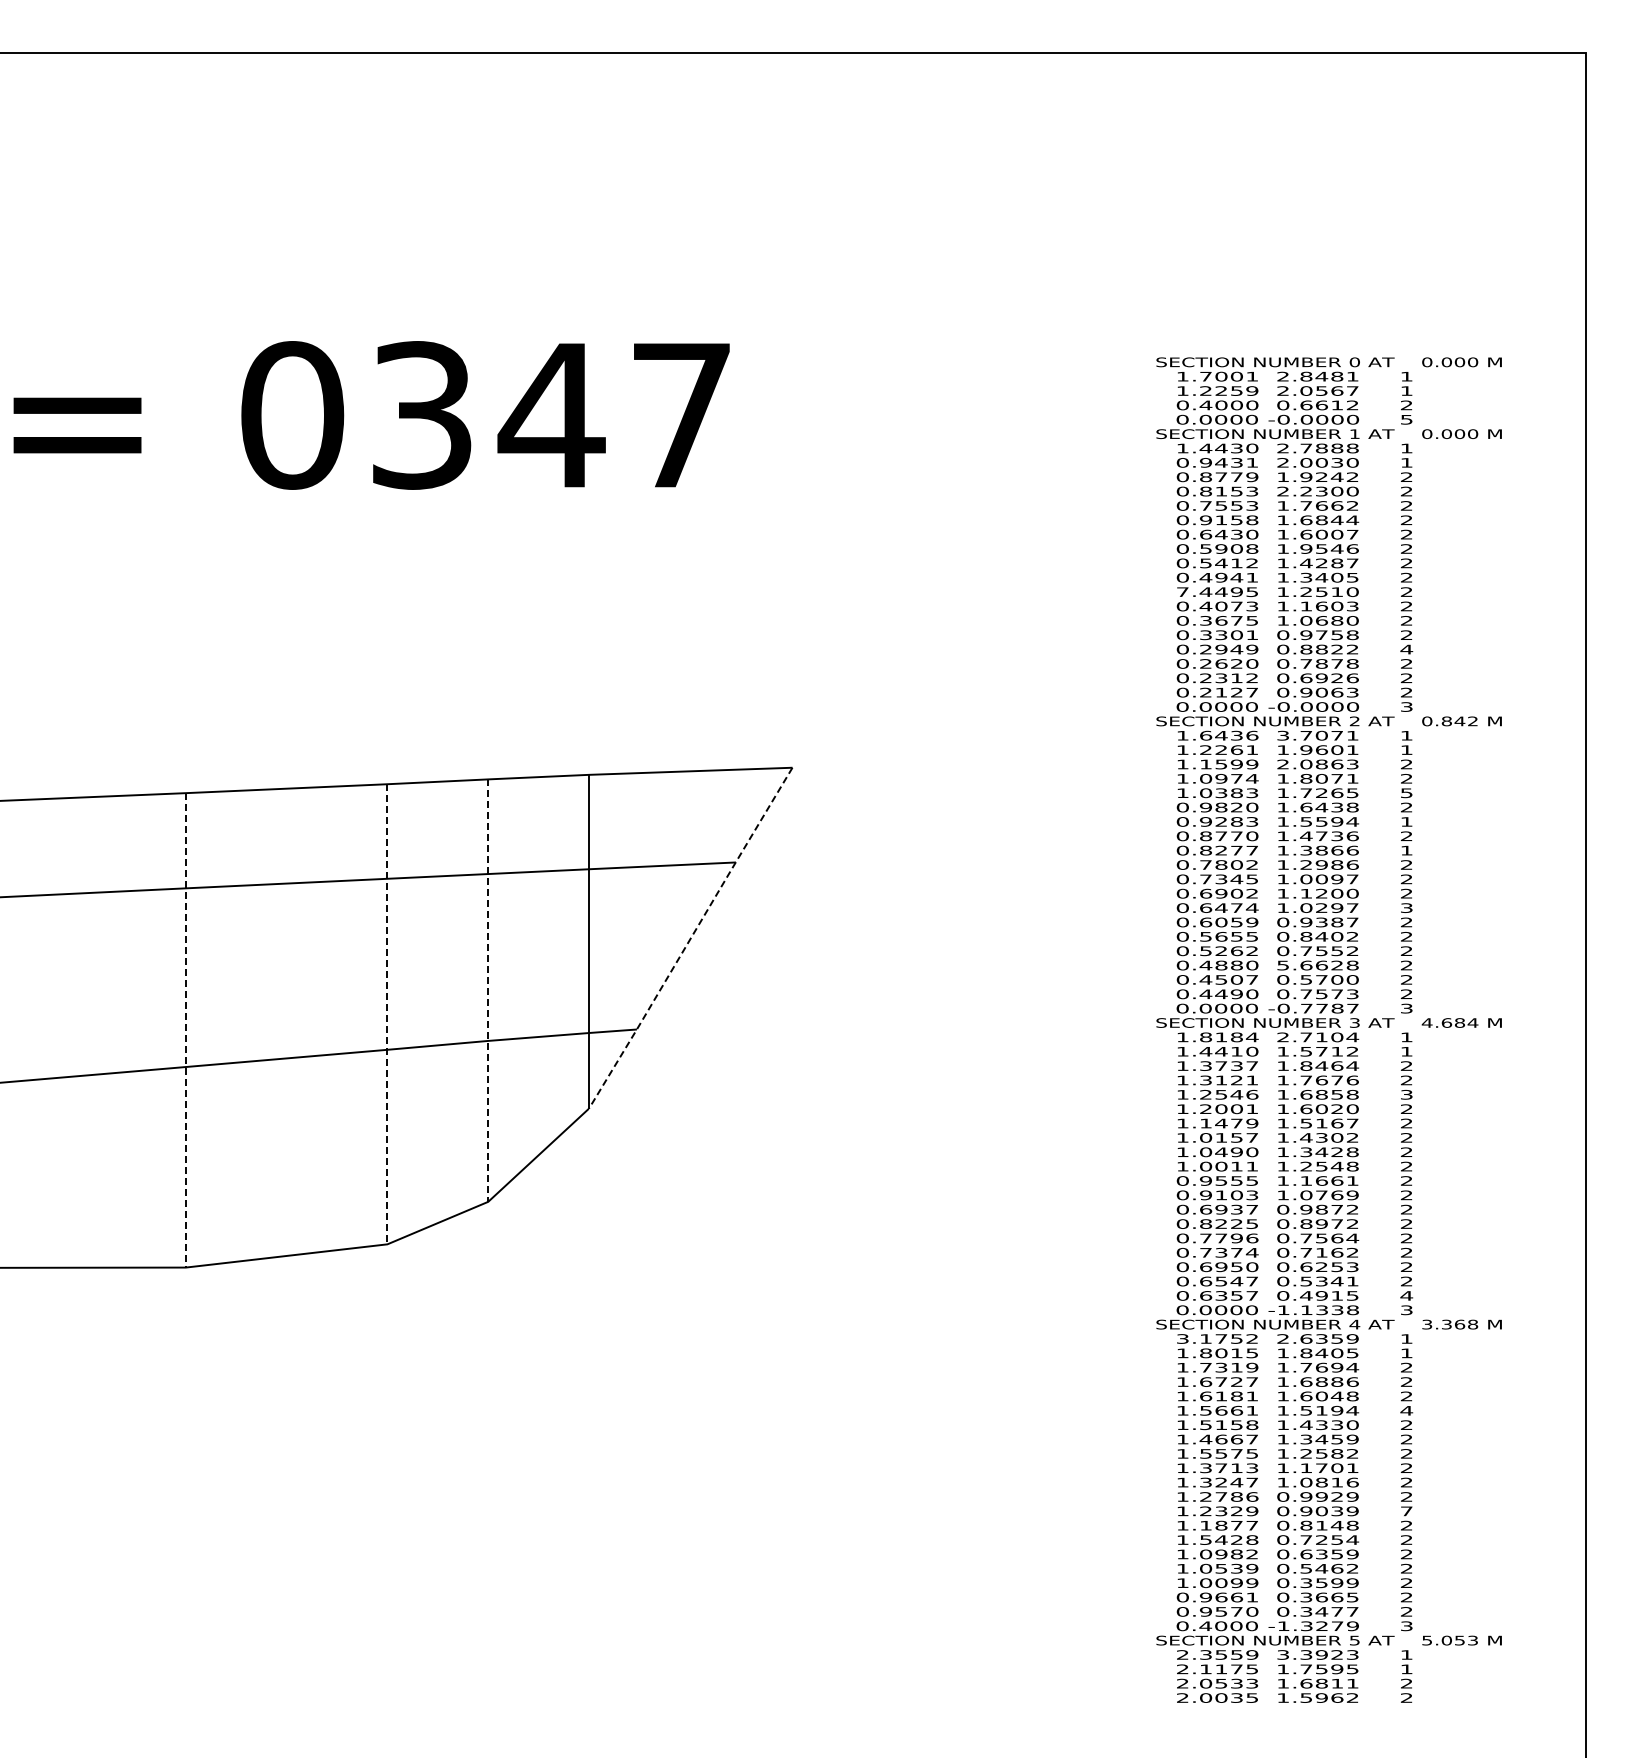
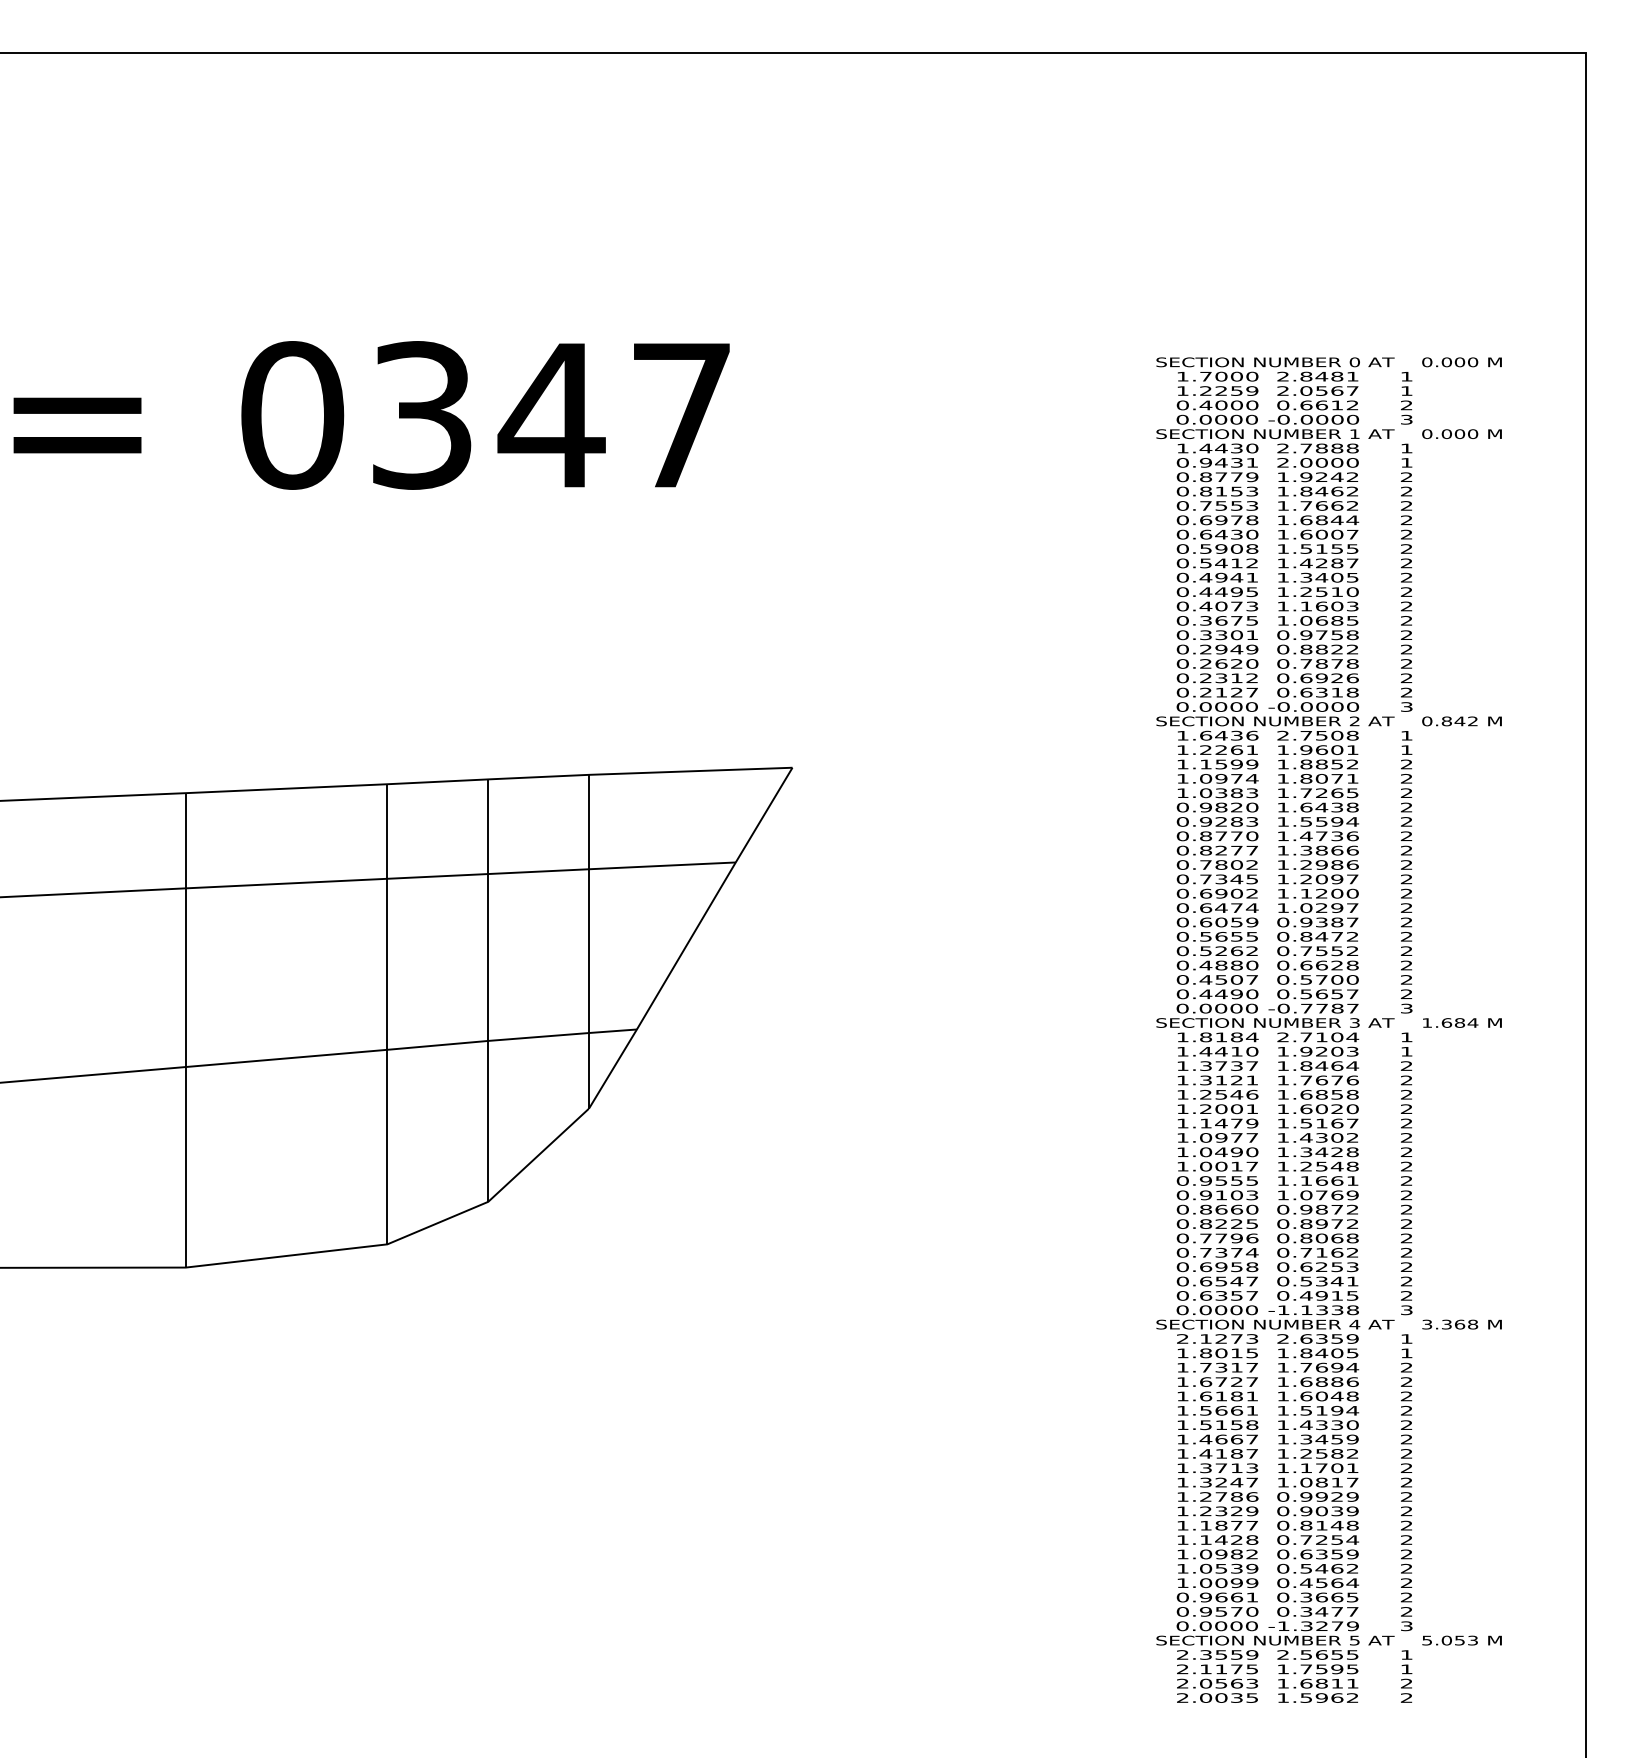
text at (1252, 376): 1.7001 -> 1.7000
text at (1406, 418): 5 -> 3
text at (1337, 462): 2.0030 -> 2.0000
text at (1317, 491): 2.2300 -> 1.8462
text at (1221, 520): 0.9158 -> 0.6978
text at (1329, 548): 1.9546 -> 1.5155
text at (1182, 591): 7.4495 -> 0.4495
text at (1352, 620): 1.0680 -> 1.0685
text at (1406, 649): 4 -> 2
text at (1329, 692): 0.9063 -> 0.6318
text at (1317, 735): 3.7071 -> 2.7508
text at (1317, 764): 2.0863 -> 1.8852
text at (1406, 793): 5 -> 2
text at (1406, 821): 1 -> 2
text at (1406, 850): 1 -> 2
text at (1306, 879): 1.0097 -> 1.2097
text at (1406, 907): 3 -> 2
text at (1337, 936): 0.8402 -> 0.8472
line at (690, 938): dashed -> solid
text at (1283, 965): 5.6628 -> 0.6628
line at (488, 991): dashed -> solid
text at (1329, 994): 0.7573 -> 0.5657
line at (387, 1014): dashed -> solid
text at (1426, 1022): 4.684 -> 1.684
line at (185, 1030): dashed -> solid
text at (1329, 1051): 1.5712 -> 1.9203
text at (1406, 1094): 3 -> 2
text at (1228, 1137): 1.0157 -> 1.0977
text at (1251, 1166): 1.0011 -> 1.0017
text at (1229, 1209): 0.6937 -> 0.8660
text at (1329, 1238): 0.7564 -> 0.8068
text at (1252, 1266): 0.6950 -> 0.6958
text at (1406, 1295): 4 -> 2
text at (1217, 1338): 3.1752 -> 2.1273
text at (1252, 1367): 1.7319 -> 1.7317
text at (1406, 1410): 4 -> 2
text at (1228, 1453): 1.5575 -> 1.4187
text at (1352, 1482): 1.0816 -> 1.0817
text at (1406, 1511): 7 -> 2
text at (1205, 1539): 1.5428 -> 1.1428
text at (1329, 1583): 0.3599 -> 0.4564
text at (1205, 1626): 0.4000 -> 0.0000
text at (1317, 1654): 3.3923 -> 2.5655
text at (1237, 1683): 2.0533 -> 2.0563
